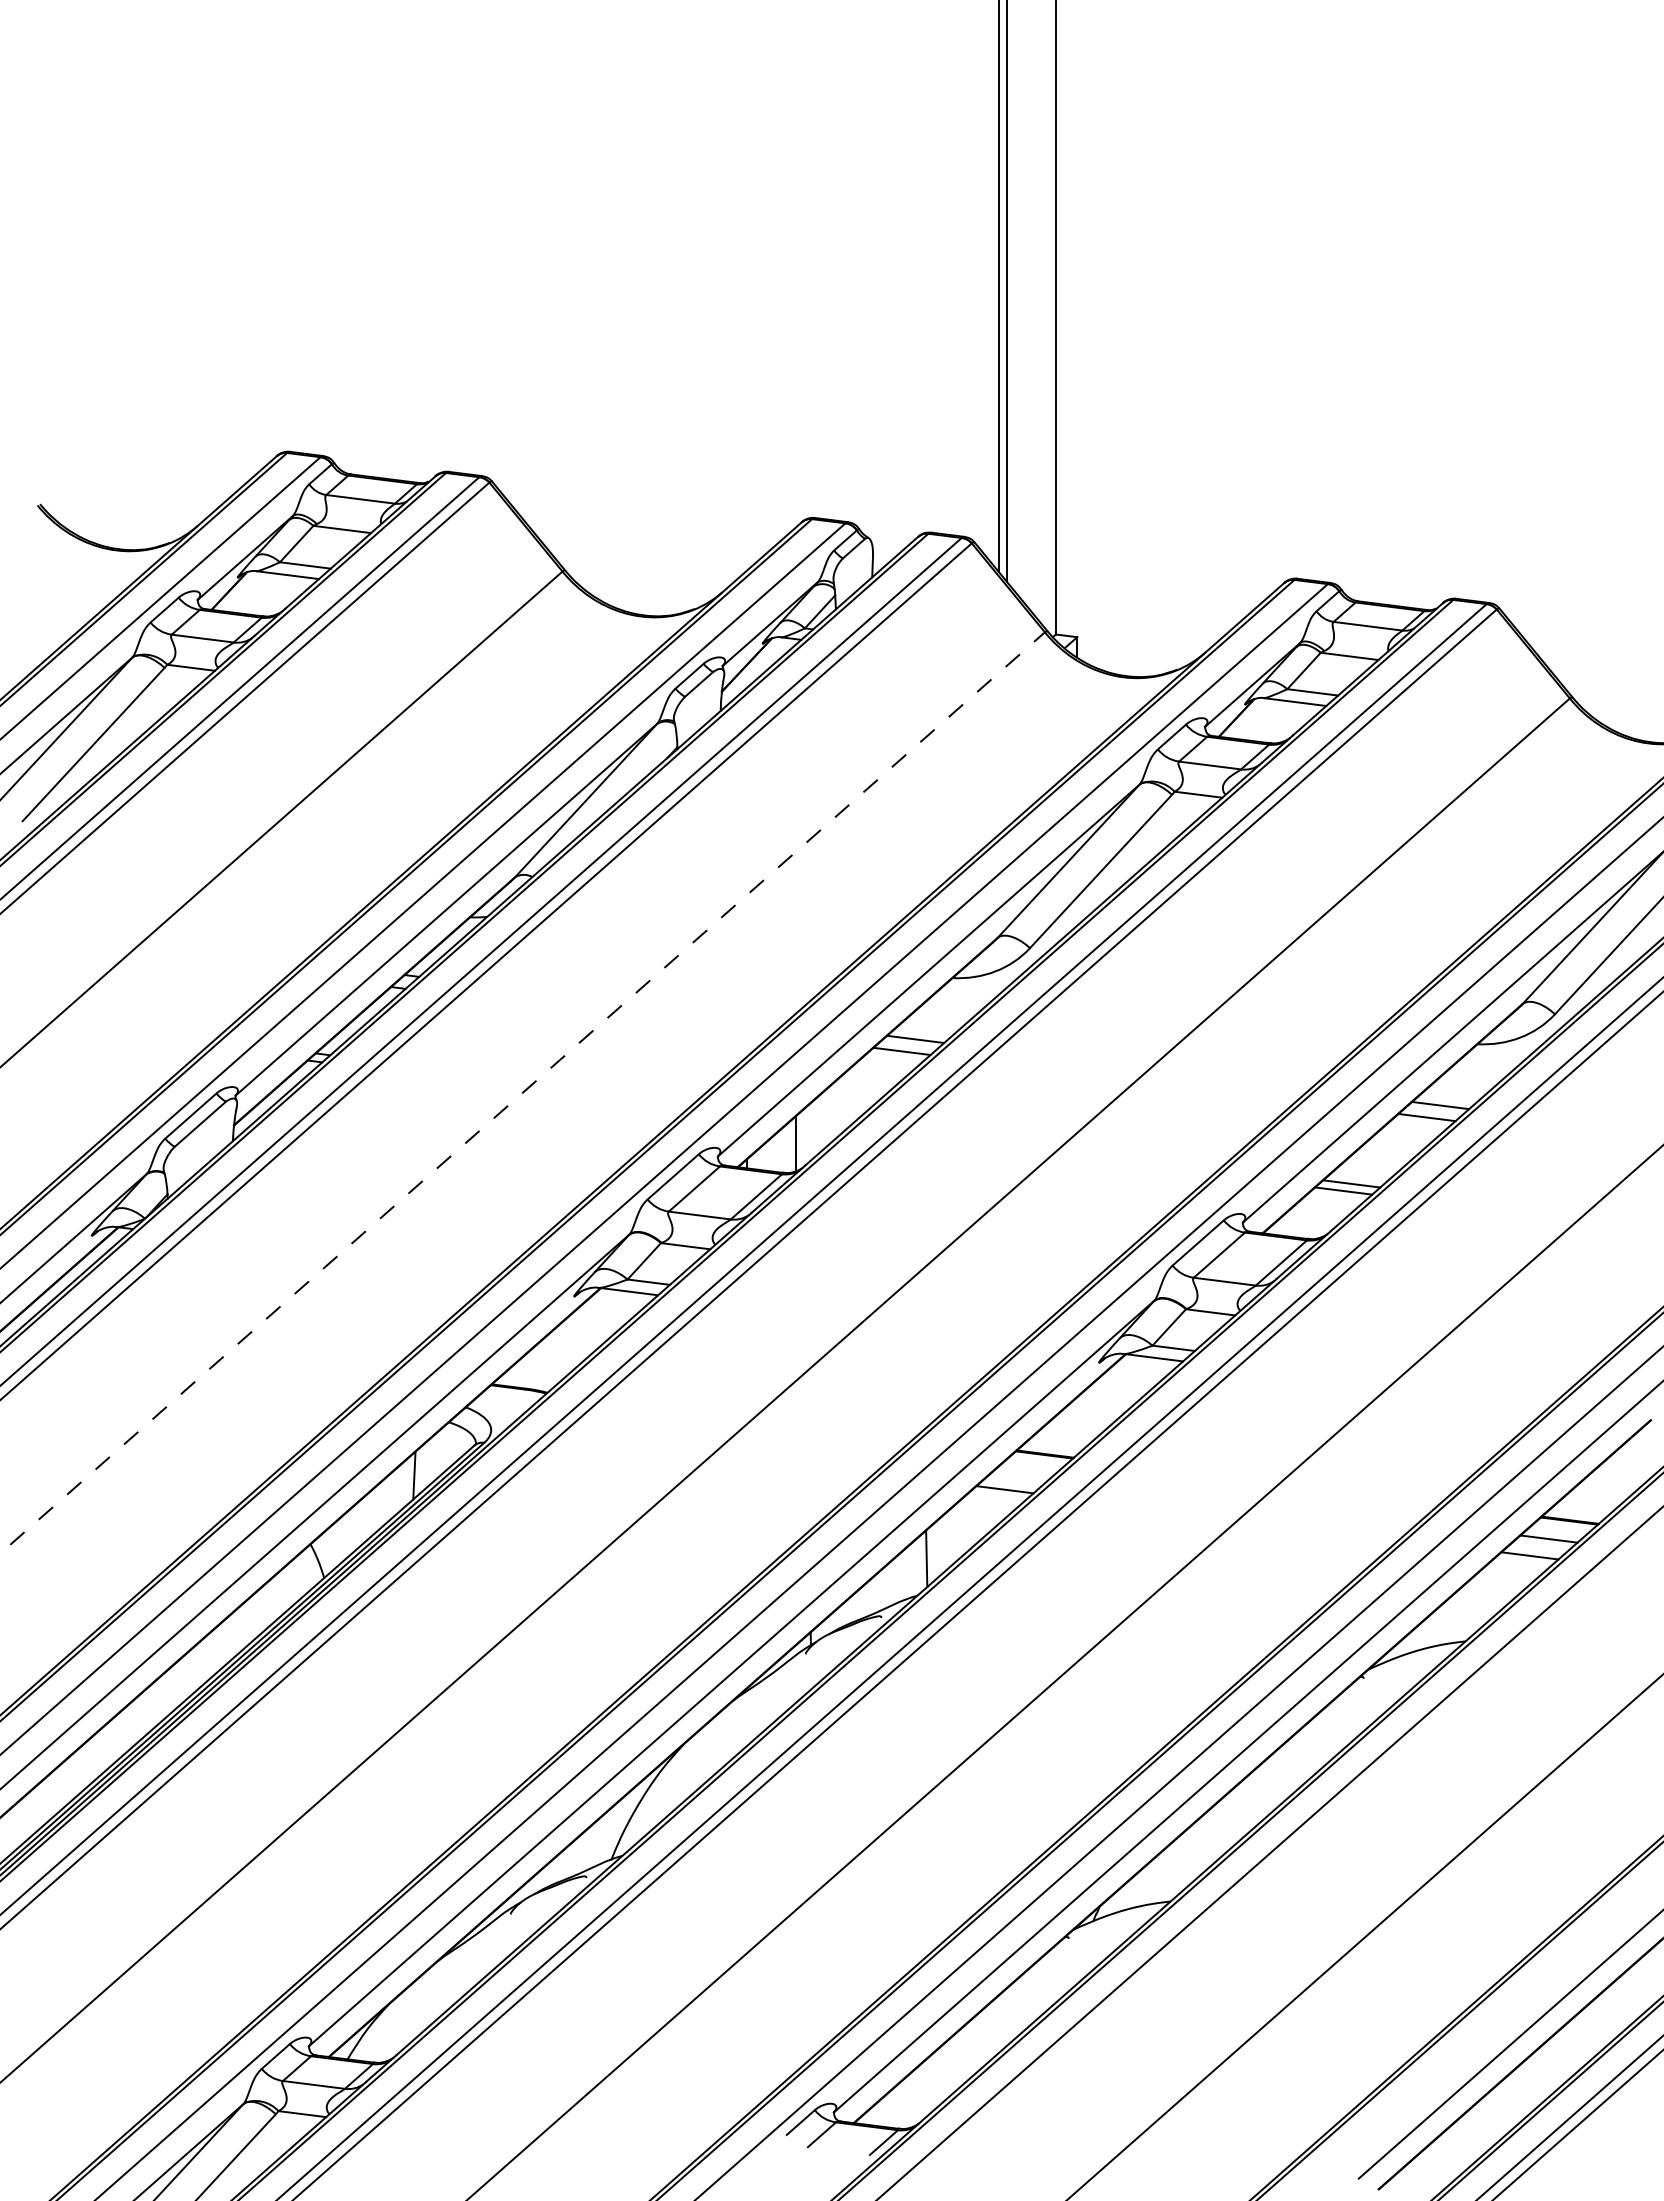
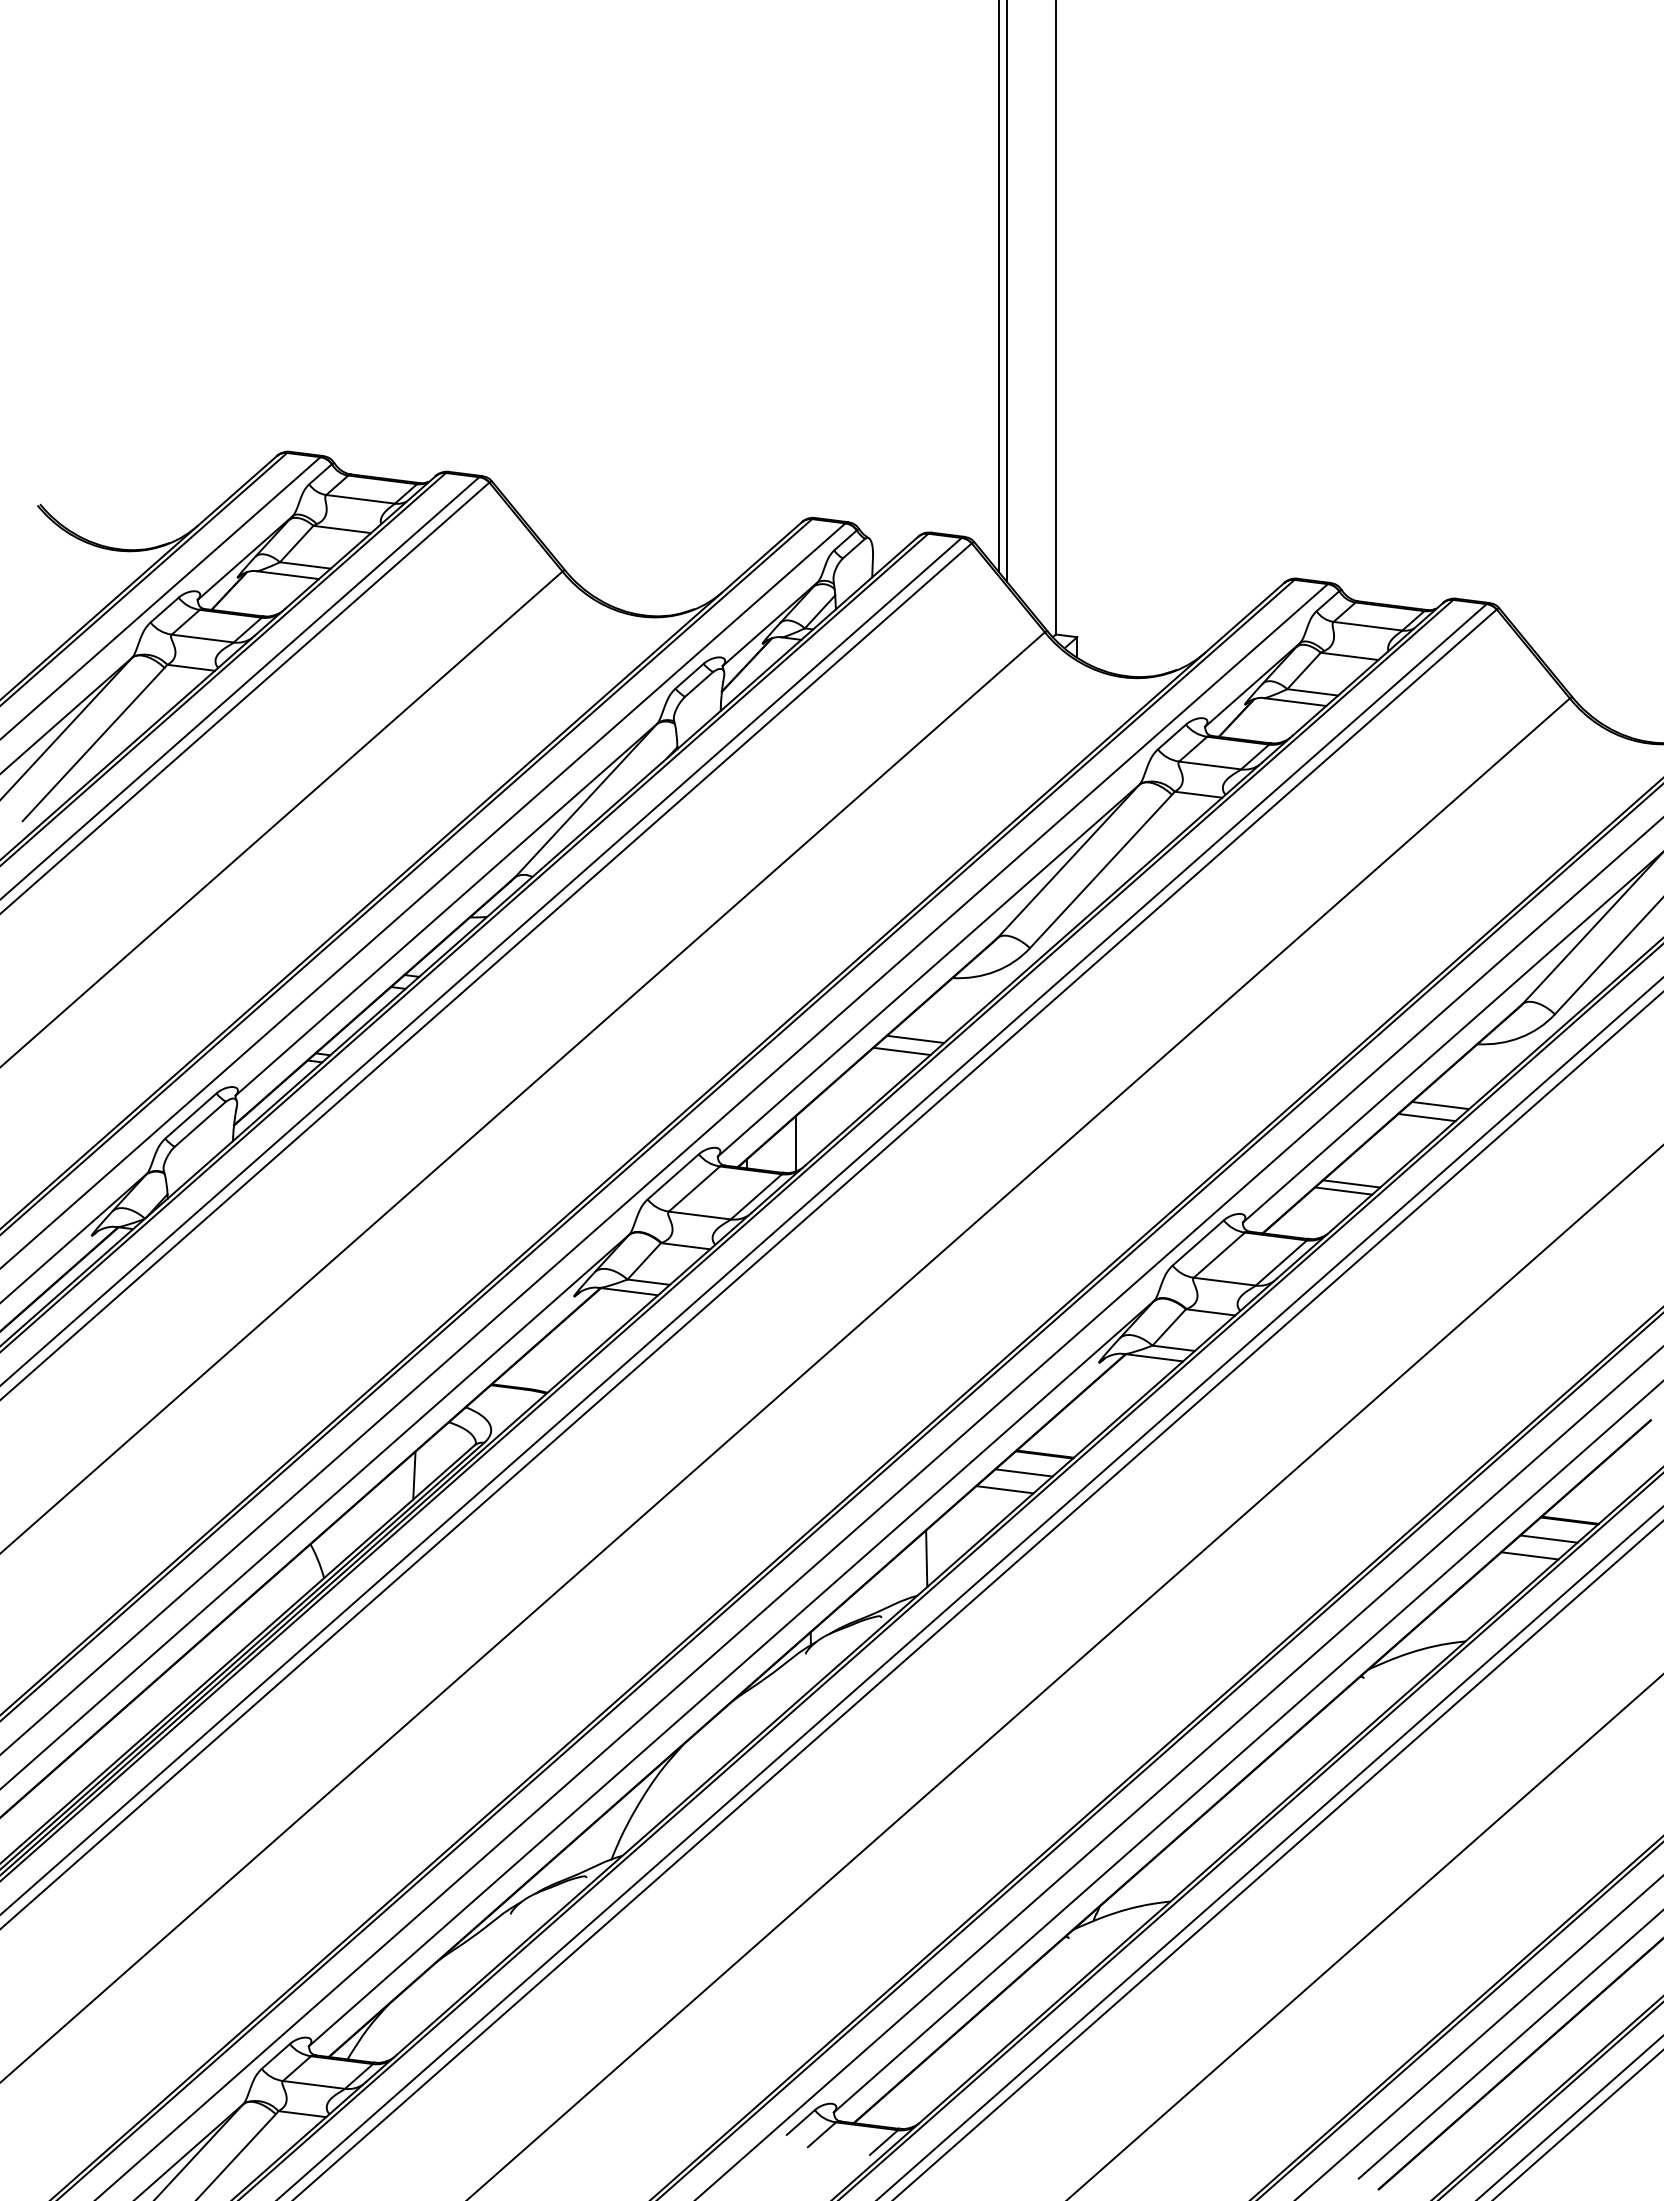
line at (523, 1092): dashed -> solid
line at (1023, 1472): none -> present
line at (1277, 1860): none -> present
line at (1479, 2037): none -> present
